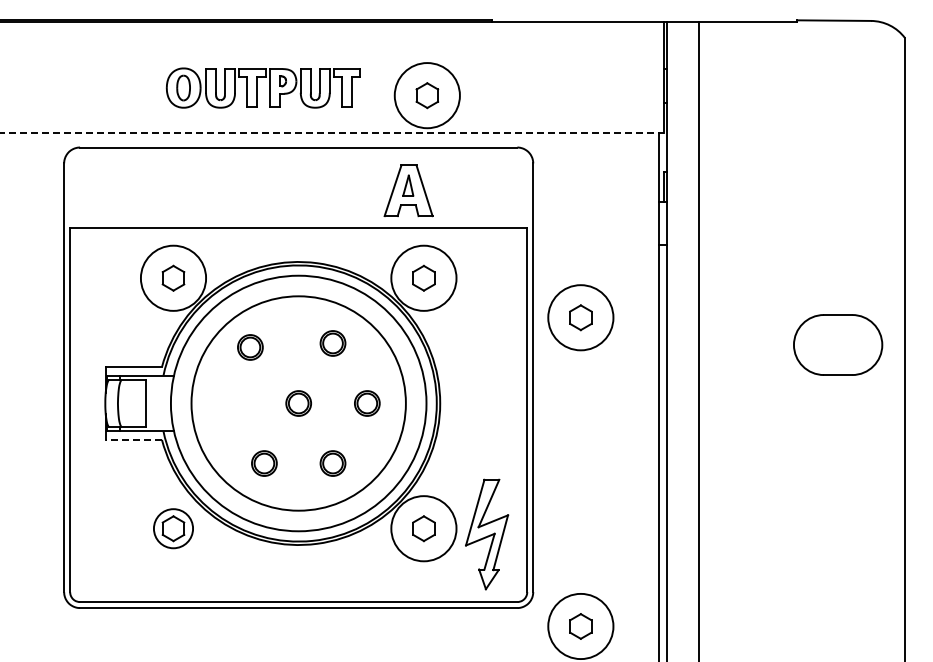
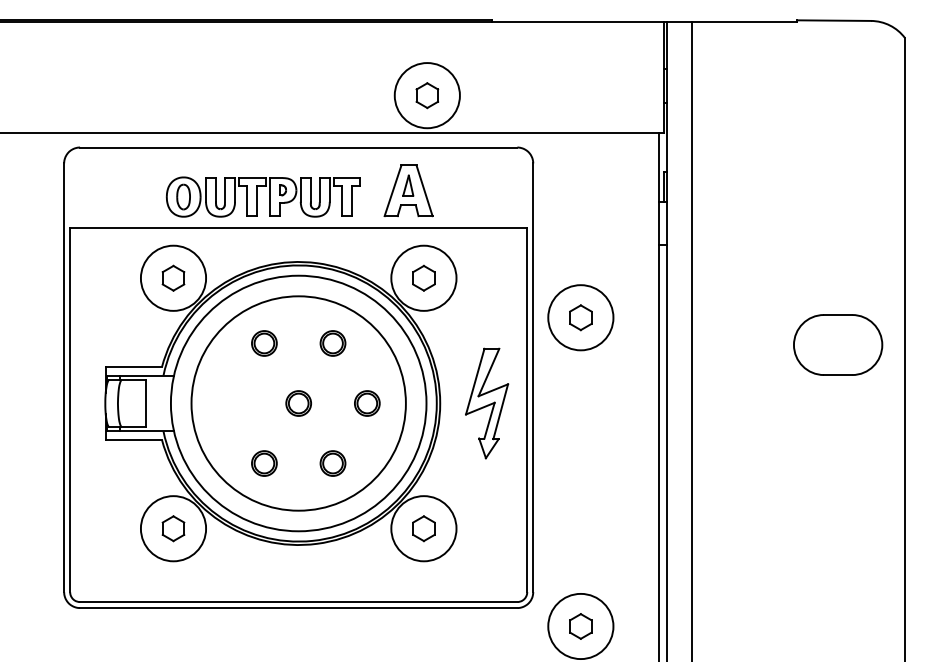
part at (262, 87) position: (262, 87) -> (262, 196)
line at (332, 133): dashed -> solid
line at (699, 339) position: (699, 339) -> (692, 339)
part at (250, 347) position: (250, 347) -> (264, 343)
line at (133, 439): dashed -> solid
circle at (173, 528) diameter: 39 px -> 65 px
part at (487, 534) position: (487, 534) -> (487, 403)
